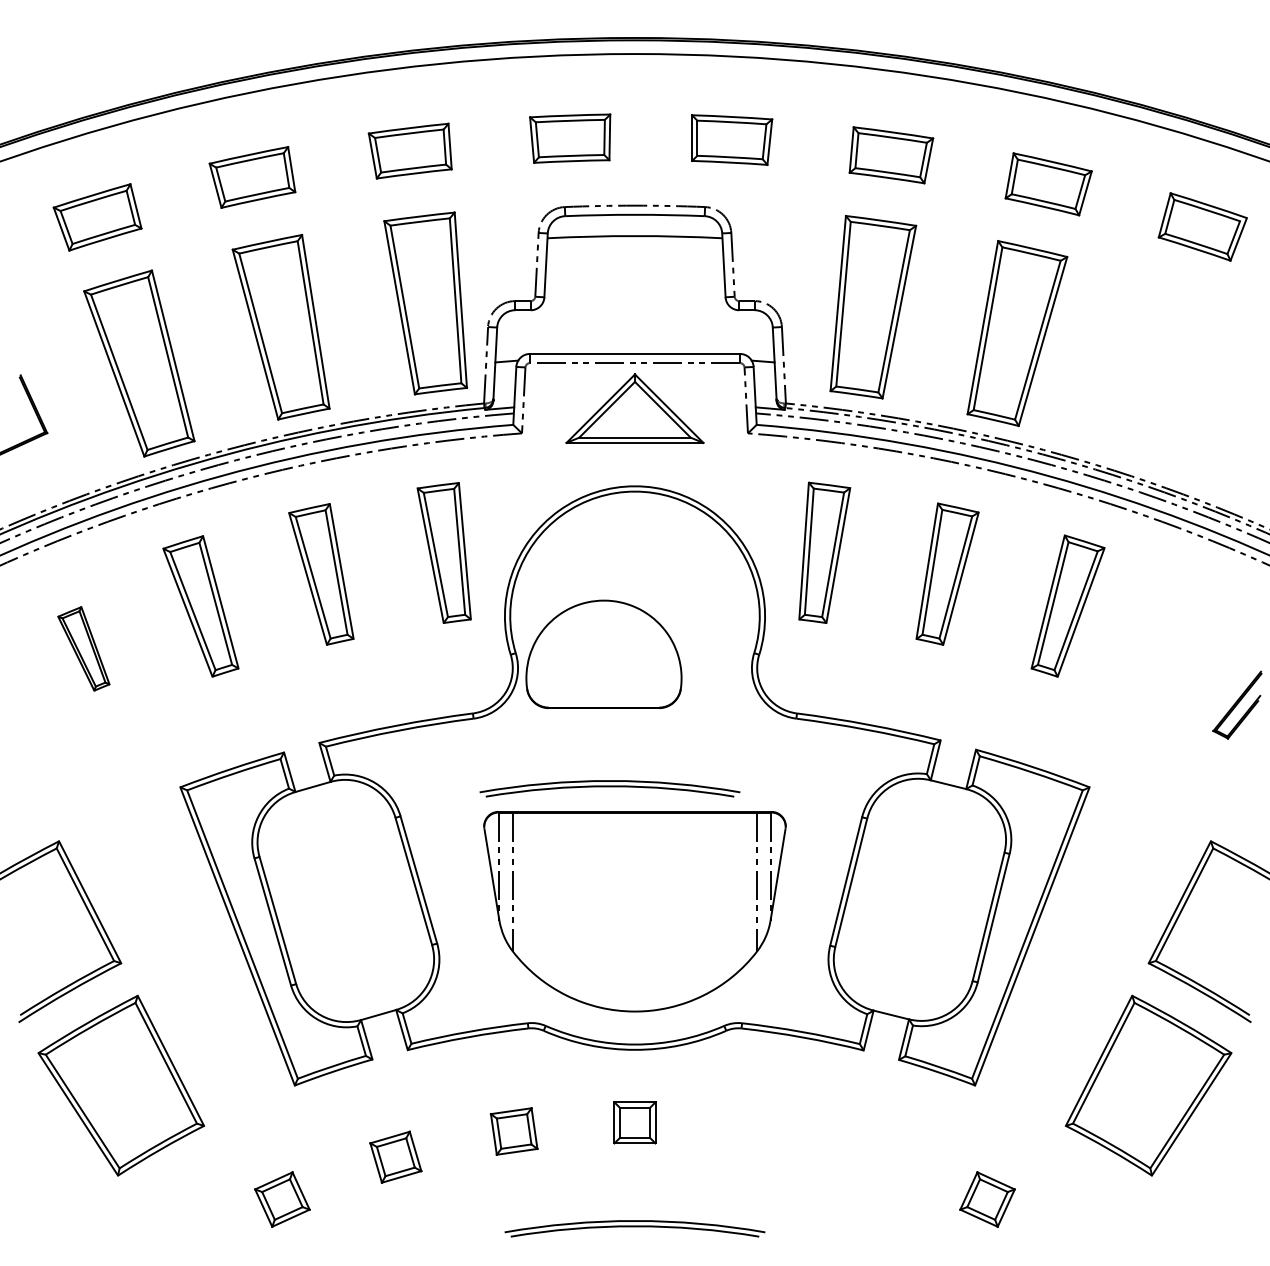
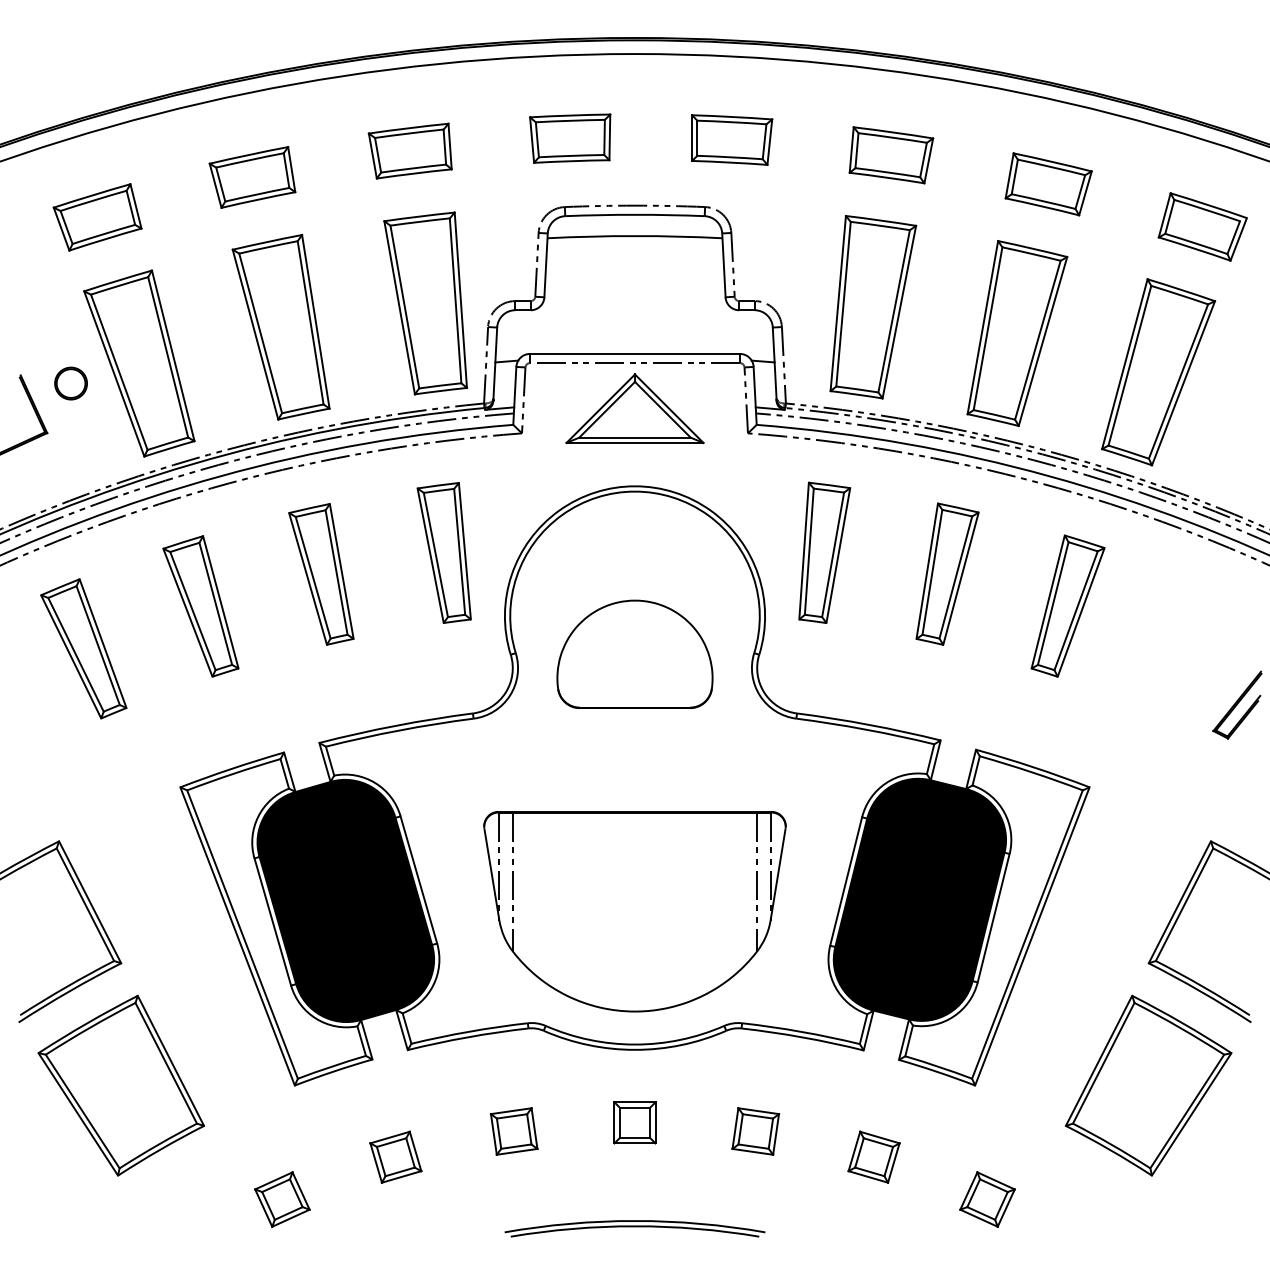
part at (1158, 372): none -> present
part at (70, 383): none -> present
part at (83, 648) size: 54x86 px -> 88x142 px
part at (603, 653) position: (603, 653) -> (634, 653)
part at (609, 788): present -> none
fill at (919, 899): none -> present
fill at (345, 900): none -> present
part at (755, 1131): none -> present
part at (873, 1156): none -> present
